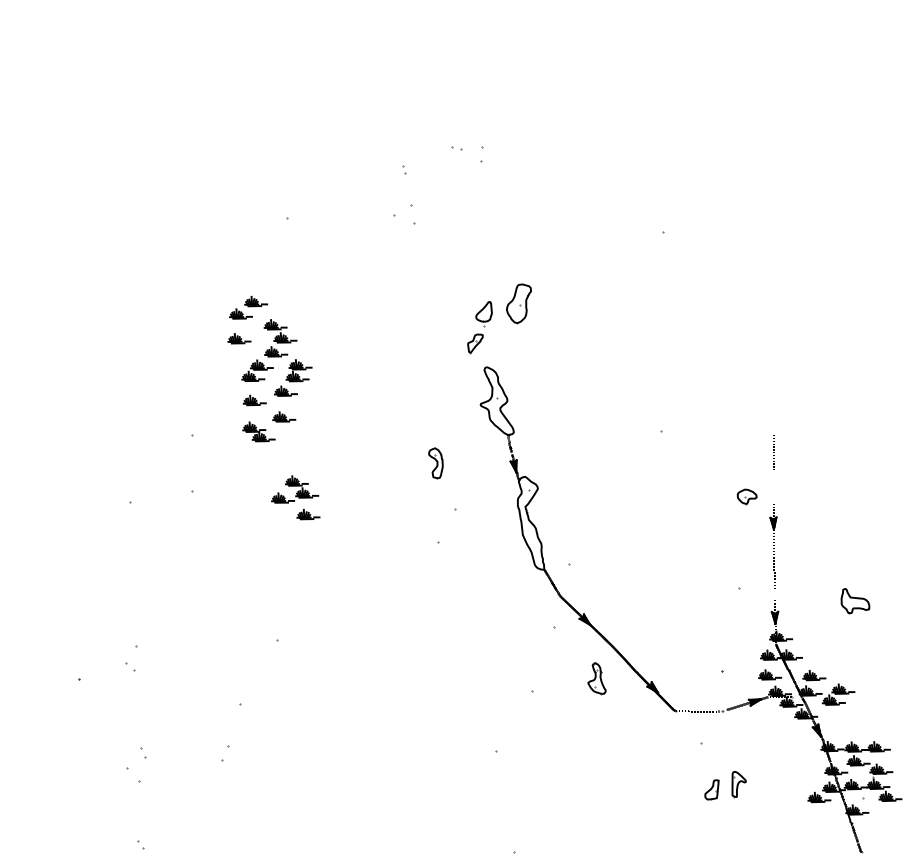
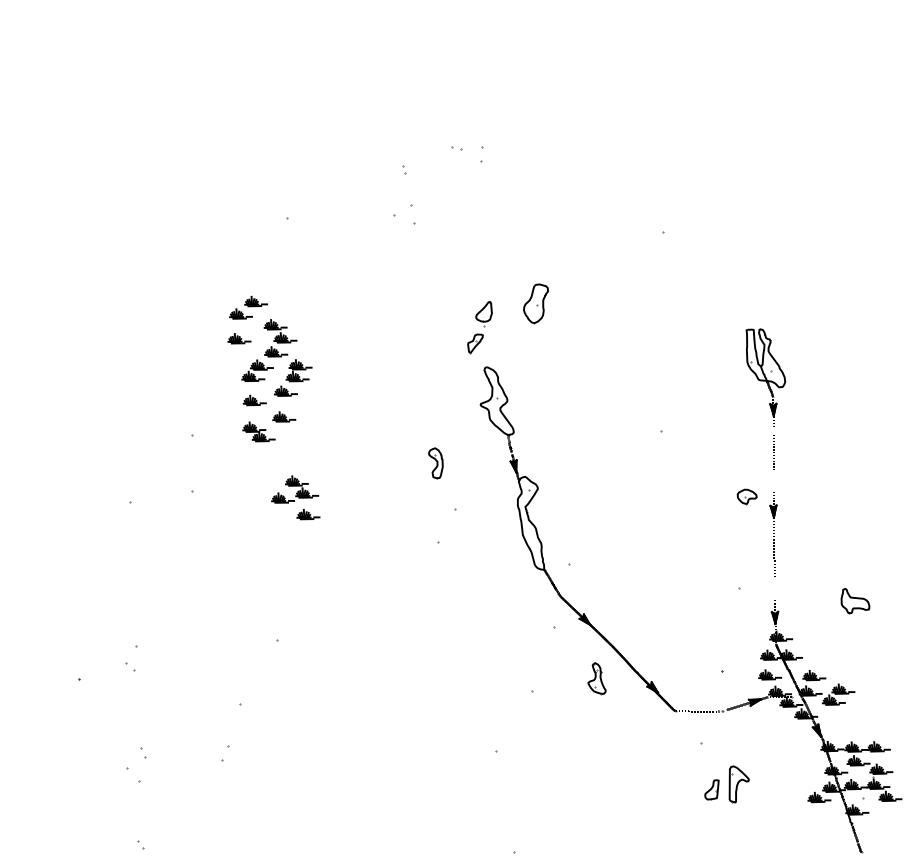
part at (518, 303) position: (518, 303) -> (535, 303)
part at (765, 377): none -> present
part at (773, 546) position: (773, 546) -> (773, 534)
part at (738, 784) size: 16x28 px -> 22x39 px
